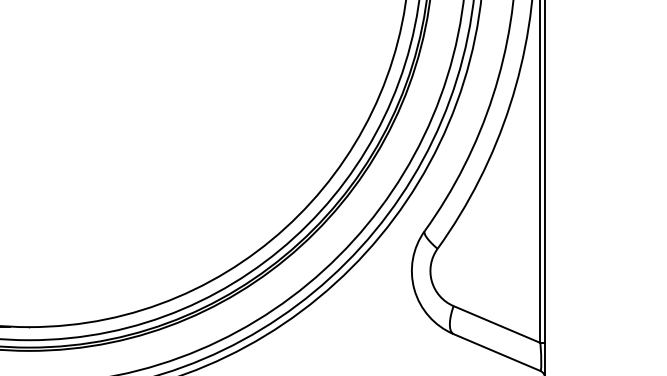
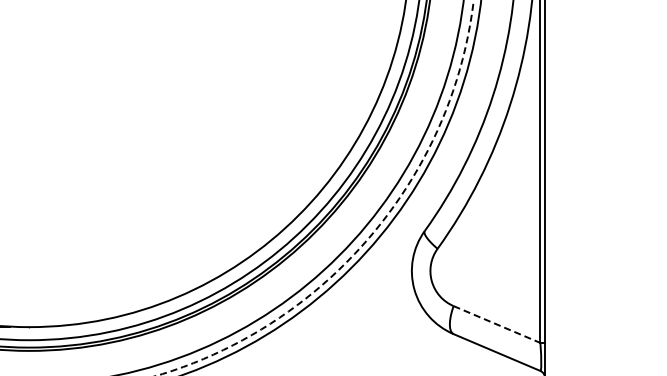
arc at (371, 234): solid -> dashed
line at (497, 324): solid -> dashed
